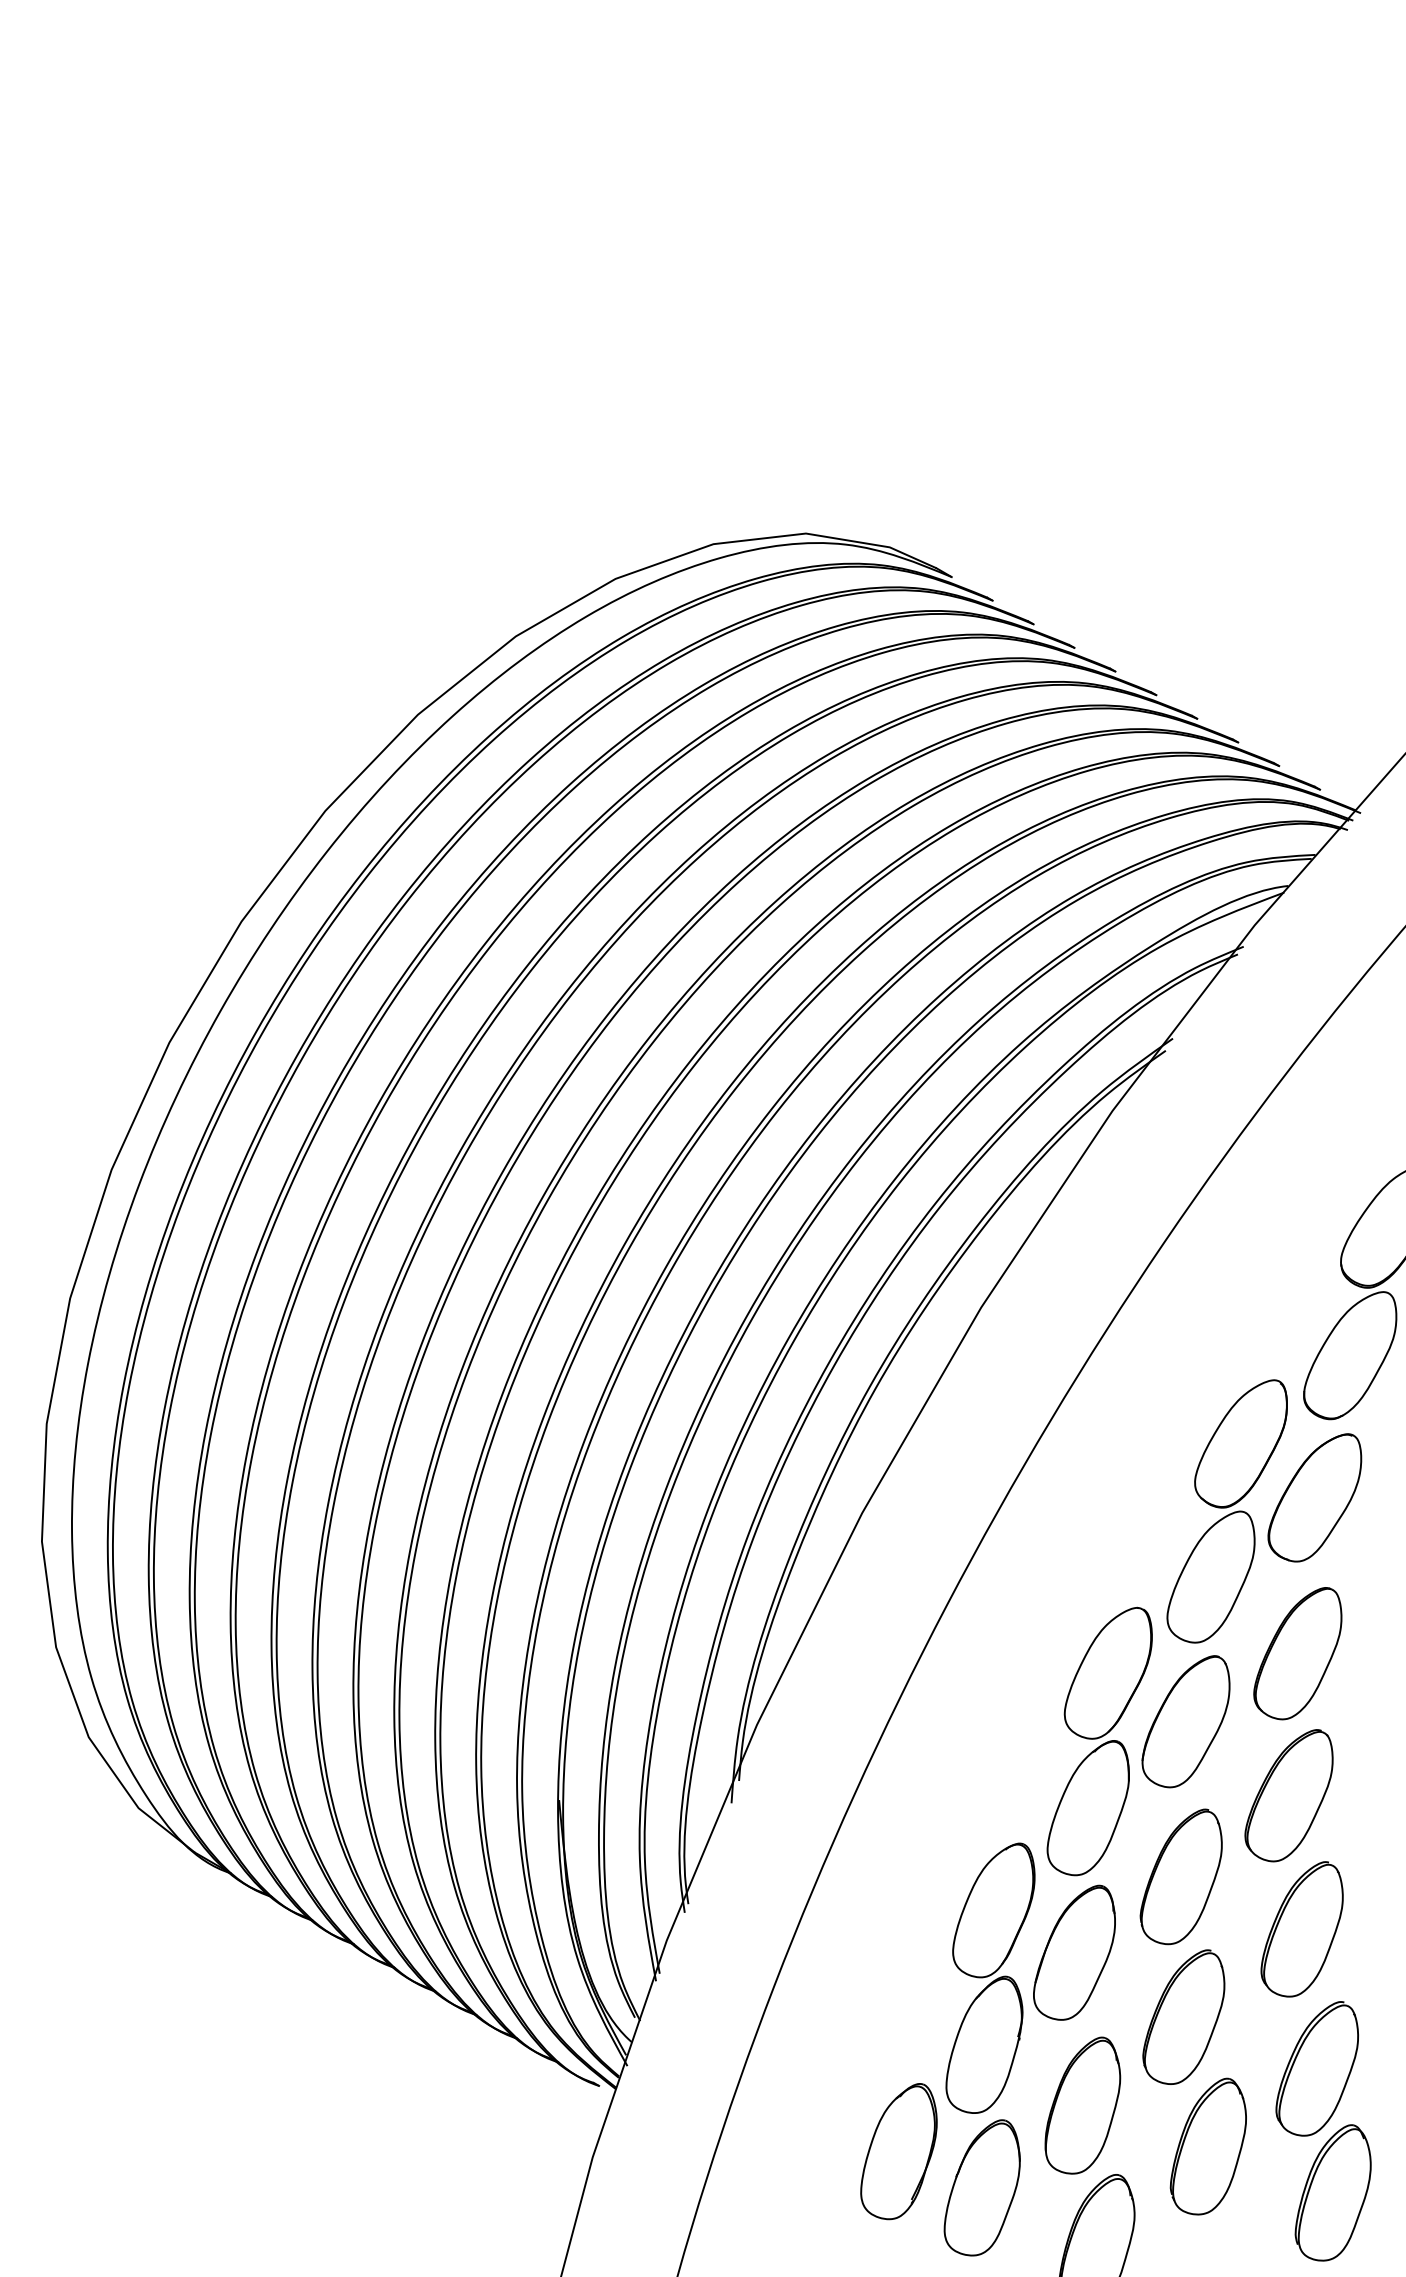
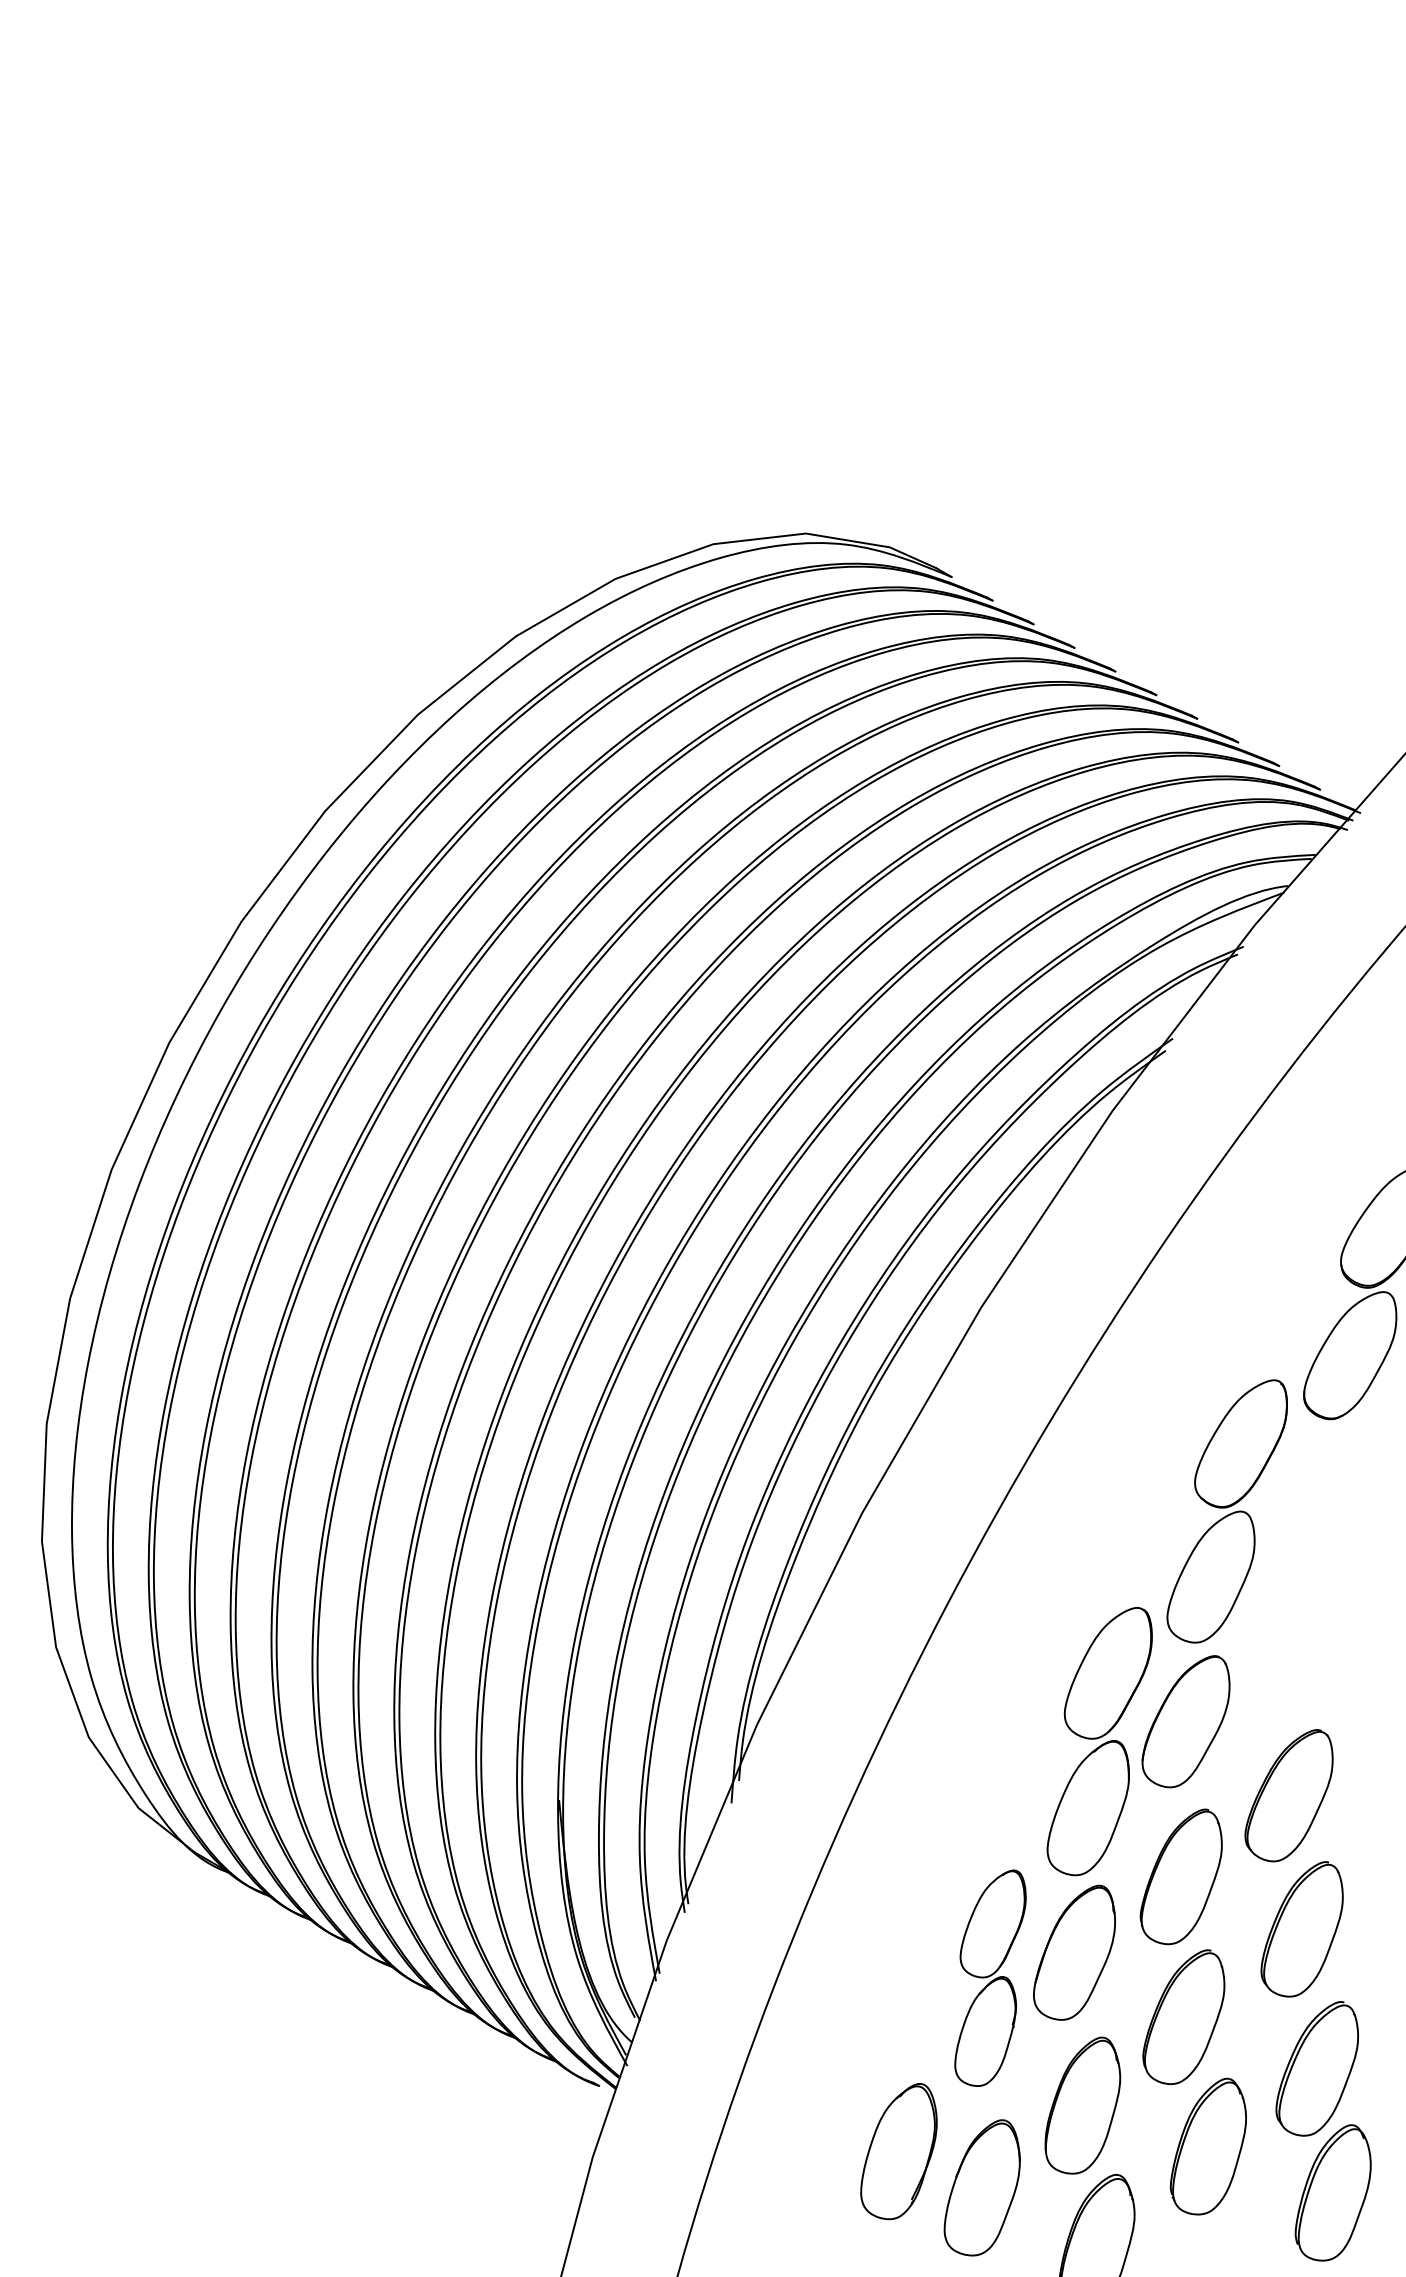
part at (1314, 1497): present -> none
part at (1297, 1653): present -> none
part at (990, 1977) size: 91x272 px -> 73x218 px
